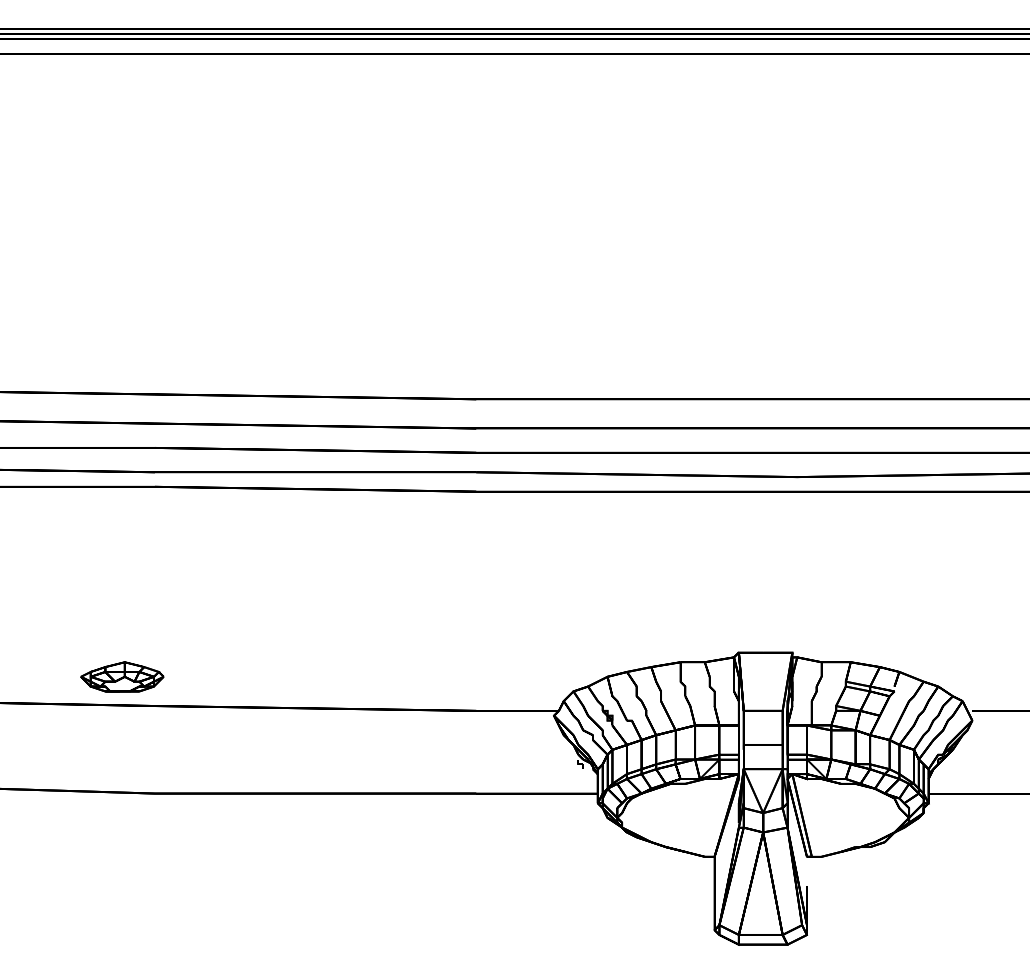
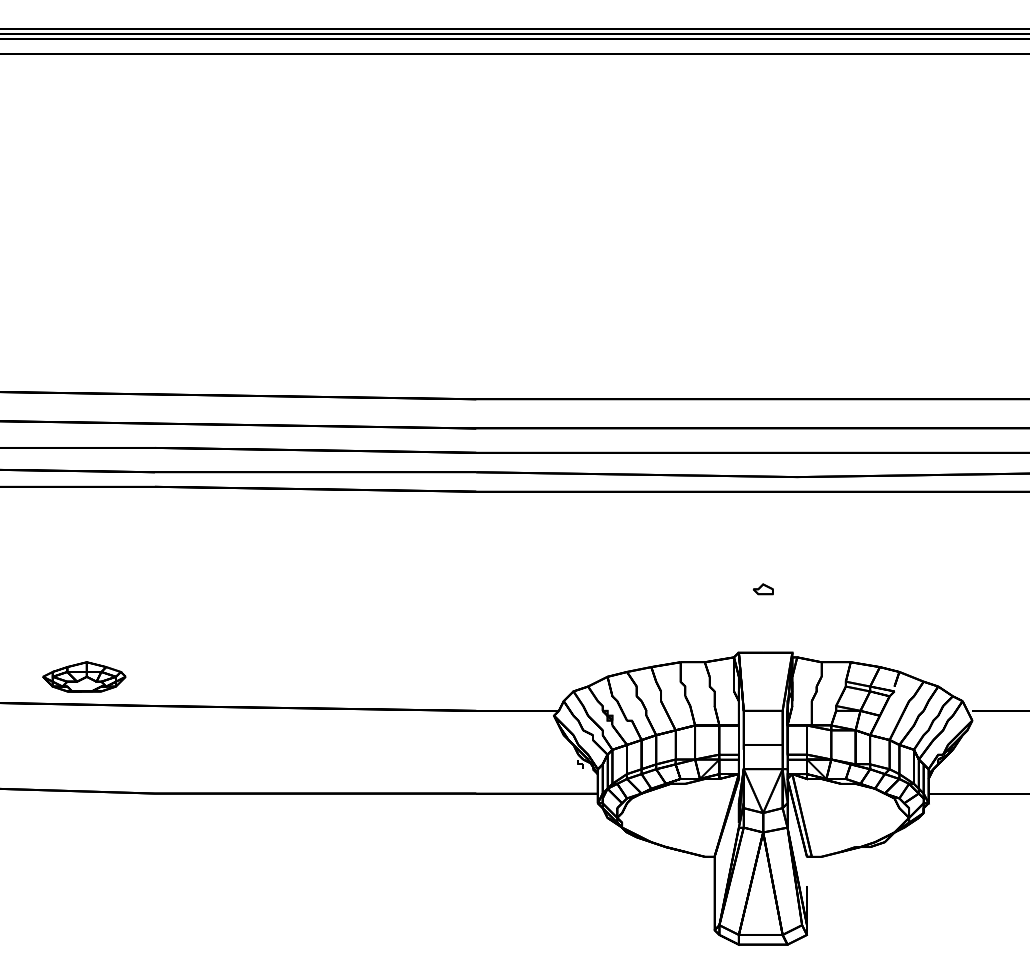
part at (763, 589): none -> present
part at (122, 676) position: (122, 676) -> (84, 676)
